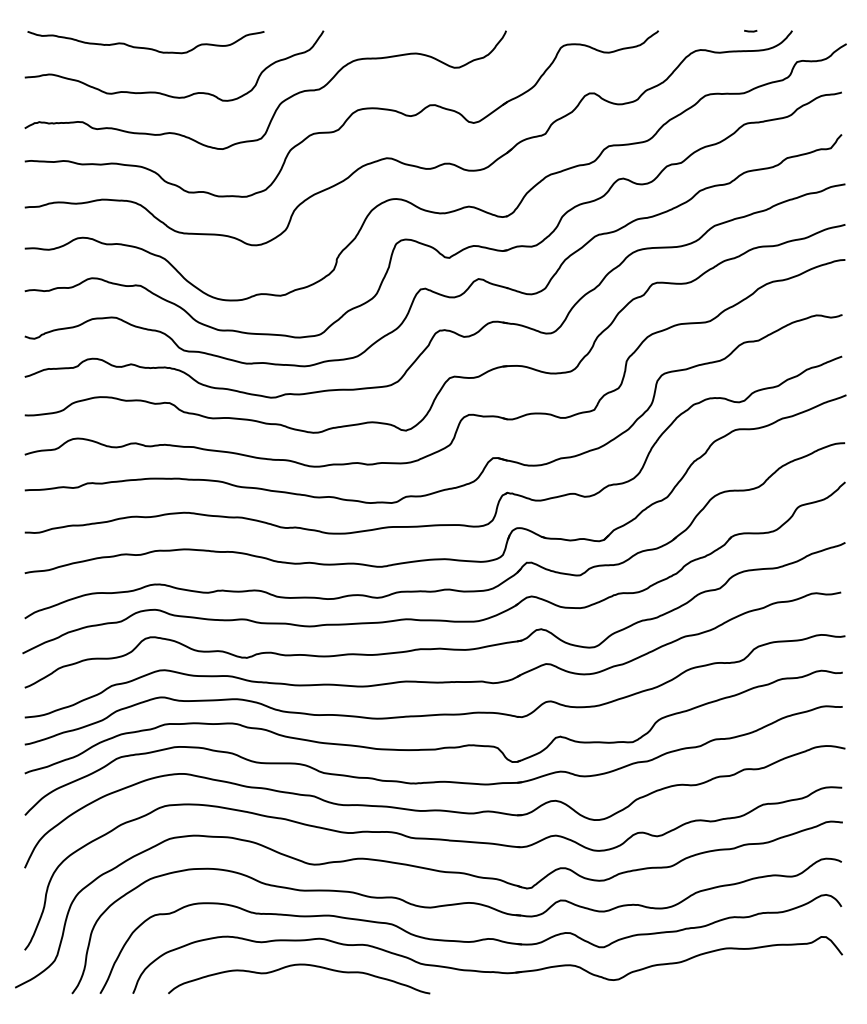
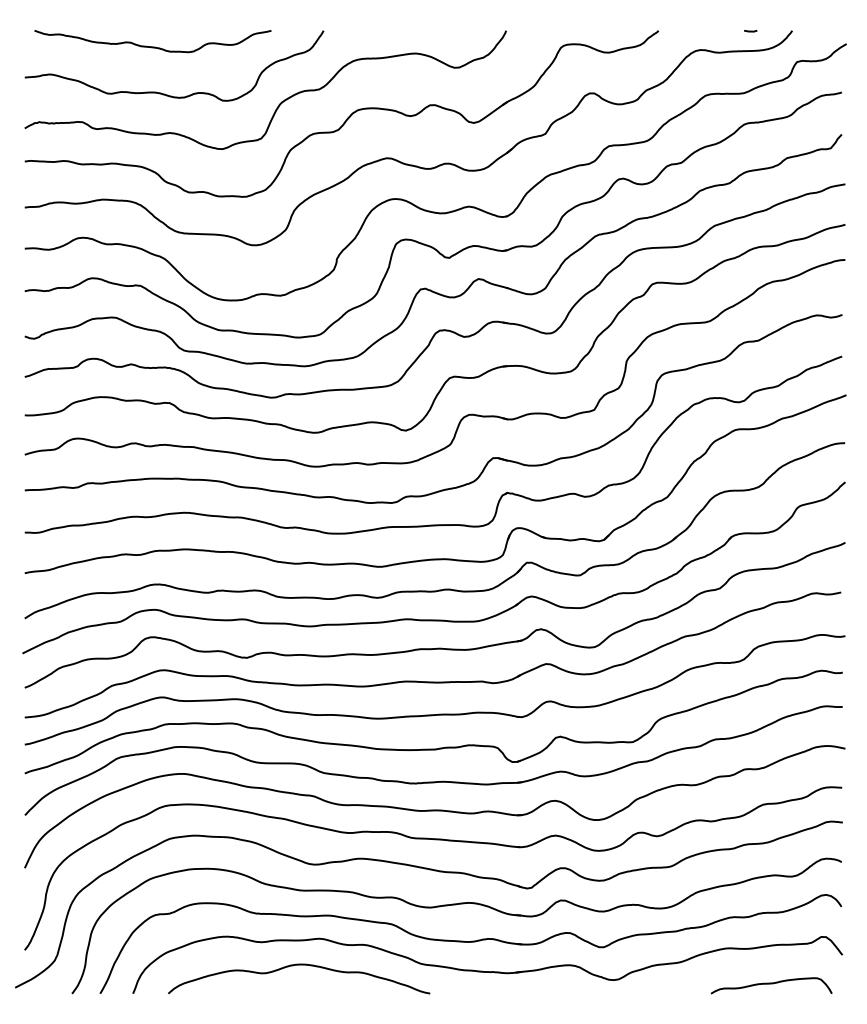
curve at (145, 47) position: (145, 47) -> (152, 46)
curve at (771, 984): none -> present
